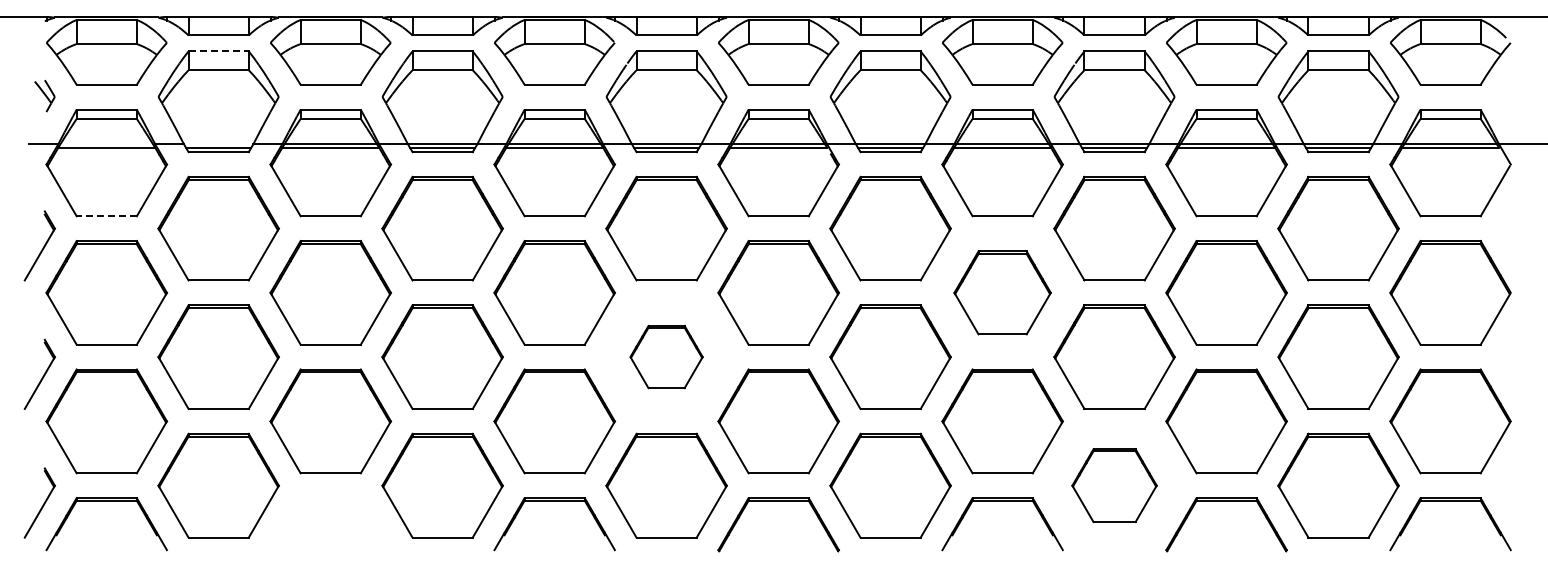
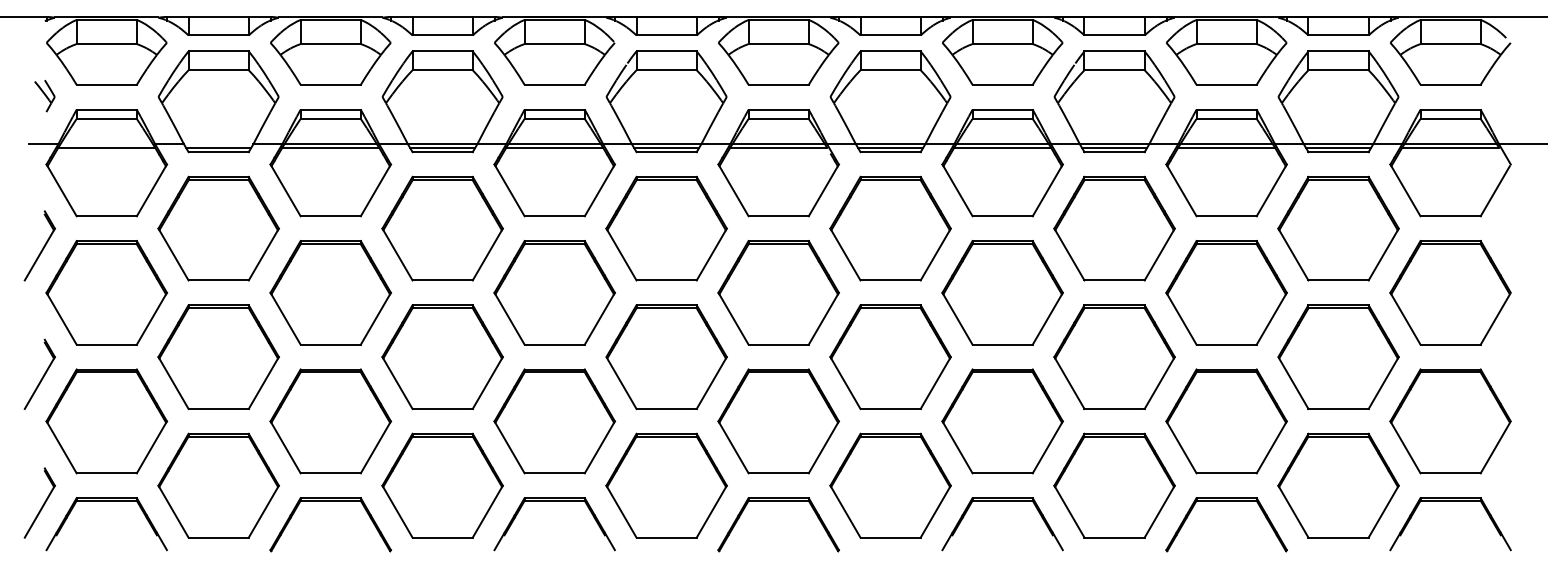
line at (219, 51): dashed -> solid
line at (106, 216): dashed -> solid
part at (1002, 292) size: 99x86 px -> 123x106 px
part at (666, 356) size: 75x66 px -> 123x106 px
part at (1114, 485) size: 87x76 px -> 123x107 px
part at (330, 501): none -> present
